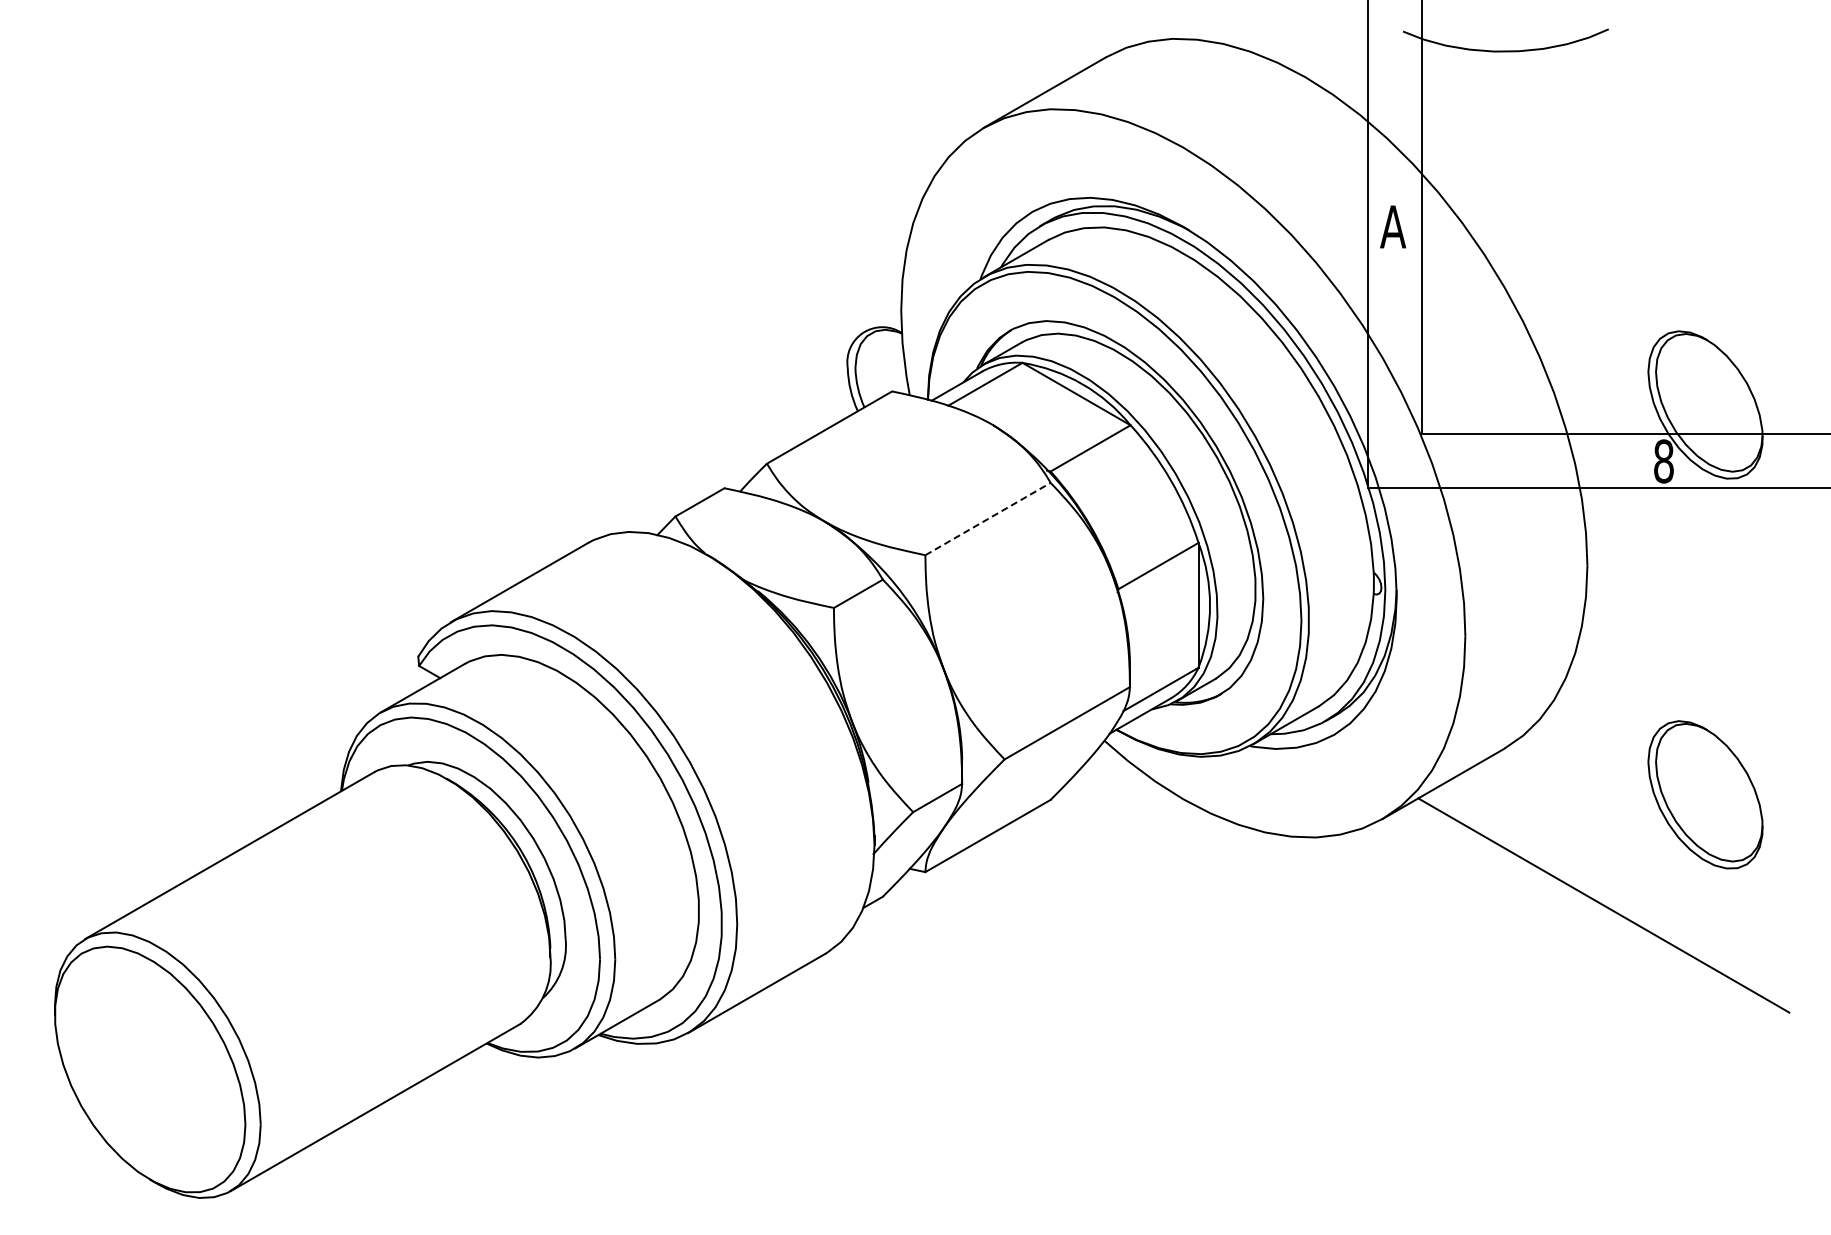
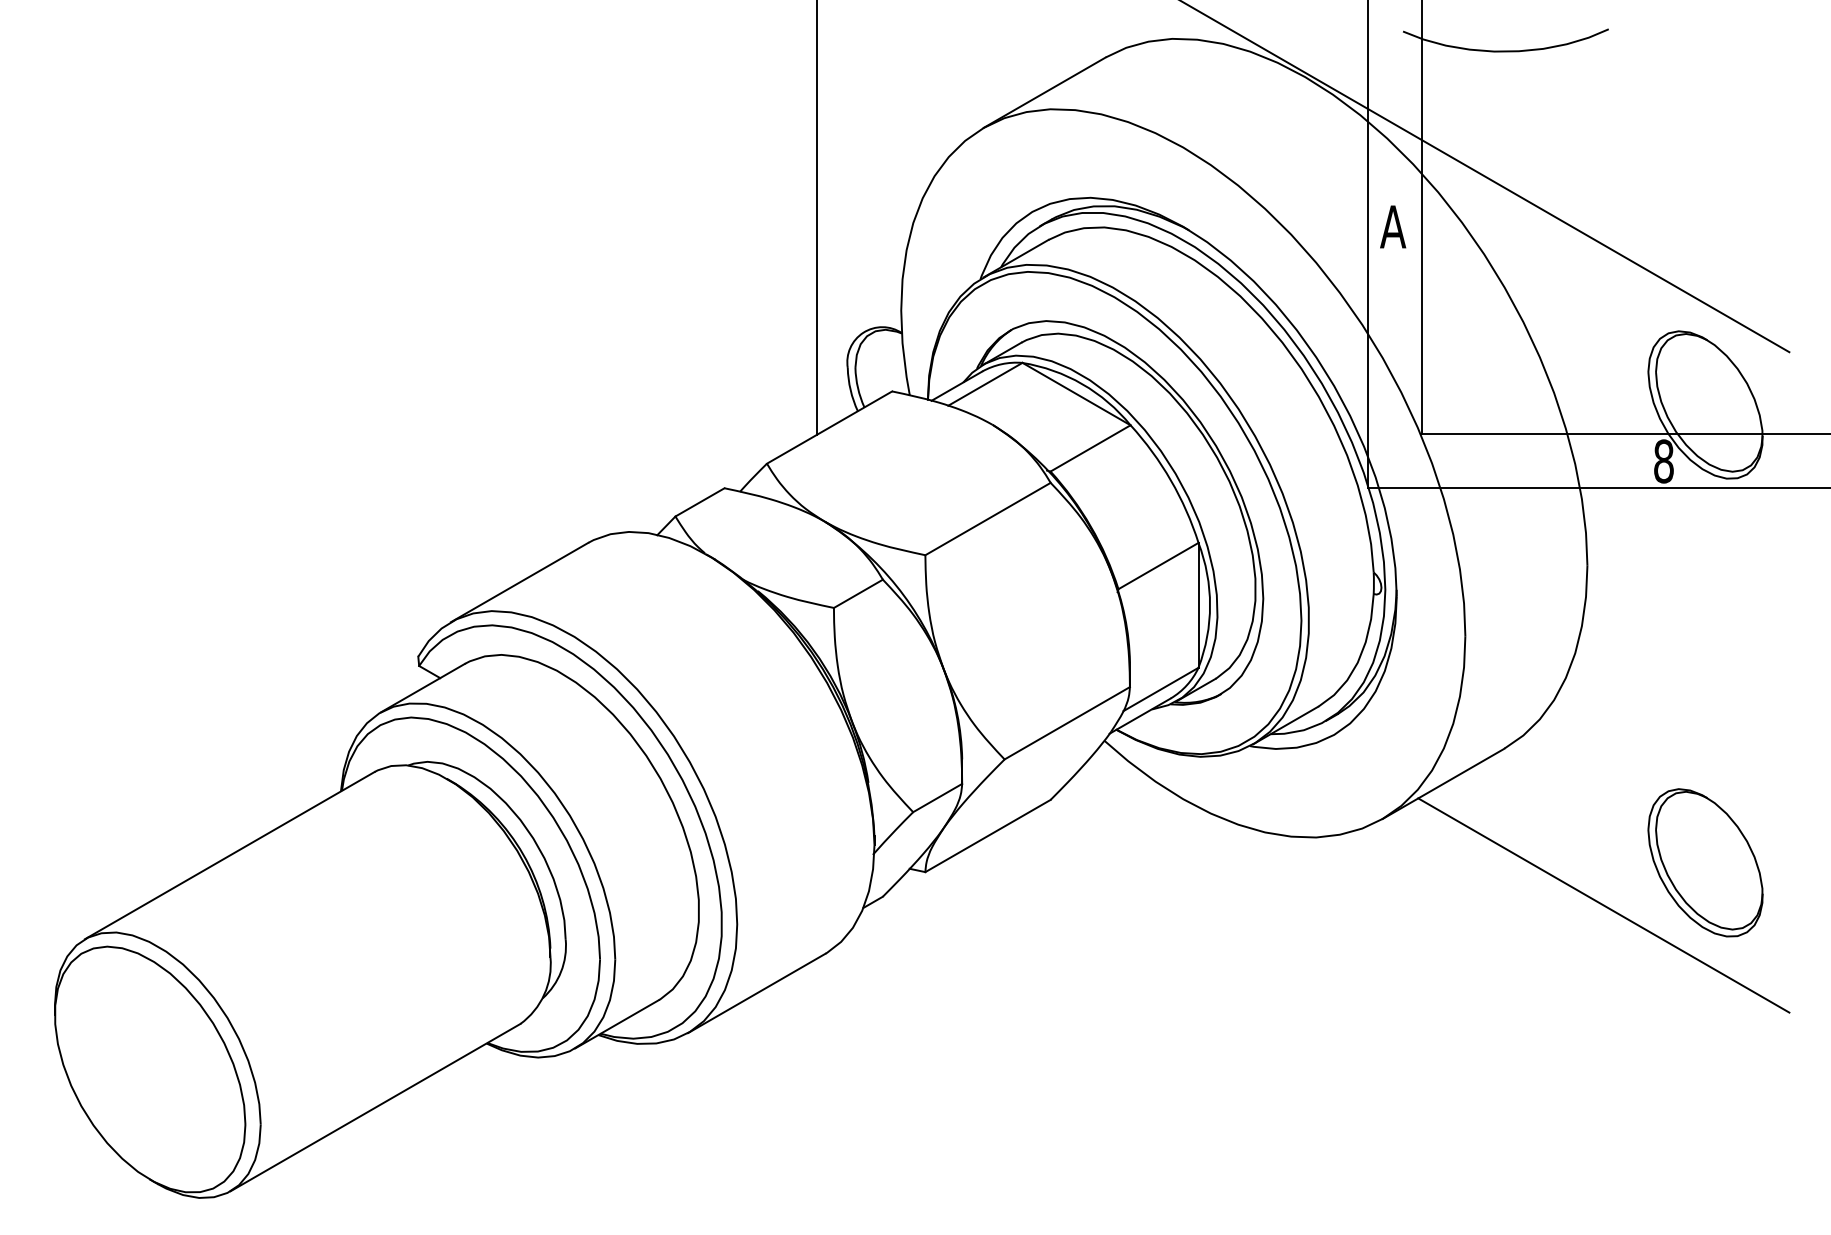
line at (1486, 177): none -> present
line at (817, 218): none -> present
line at (988, 518): dashed -> solid
part at (1705, 794) position: (1705, 794) -> (1705, 862)
